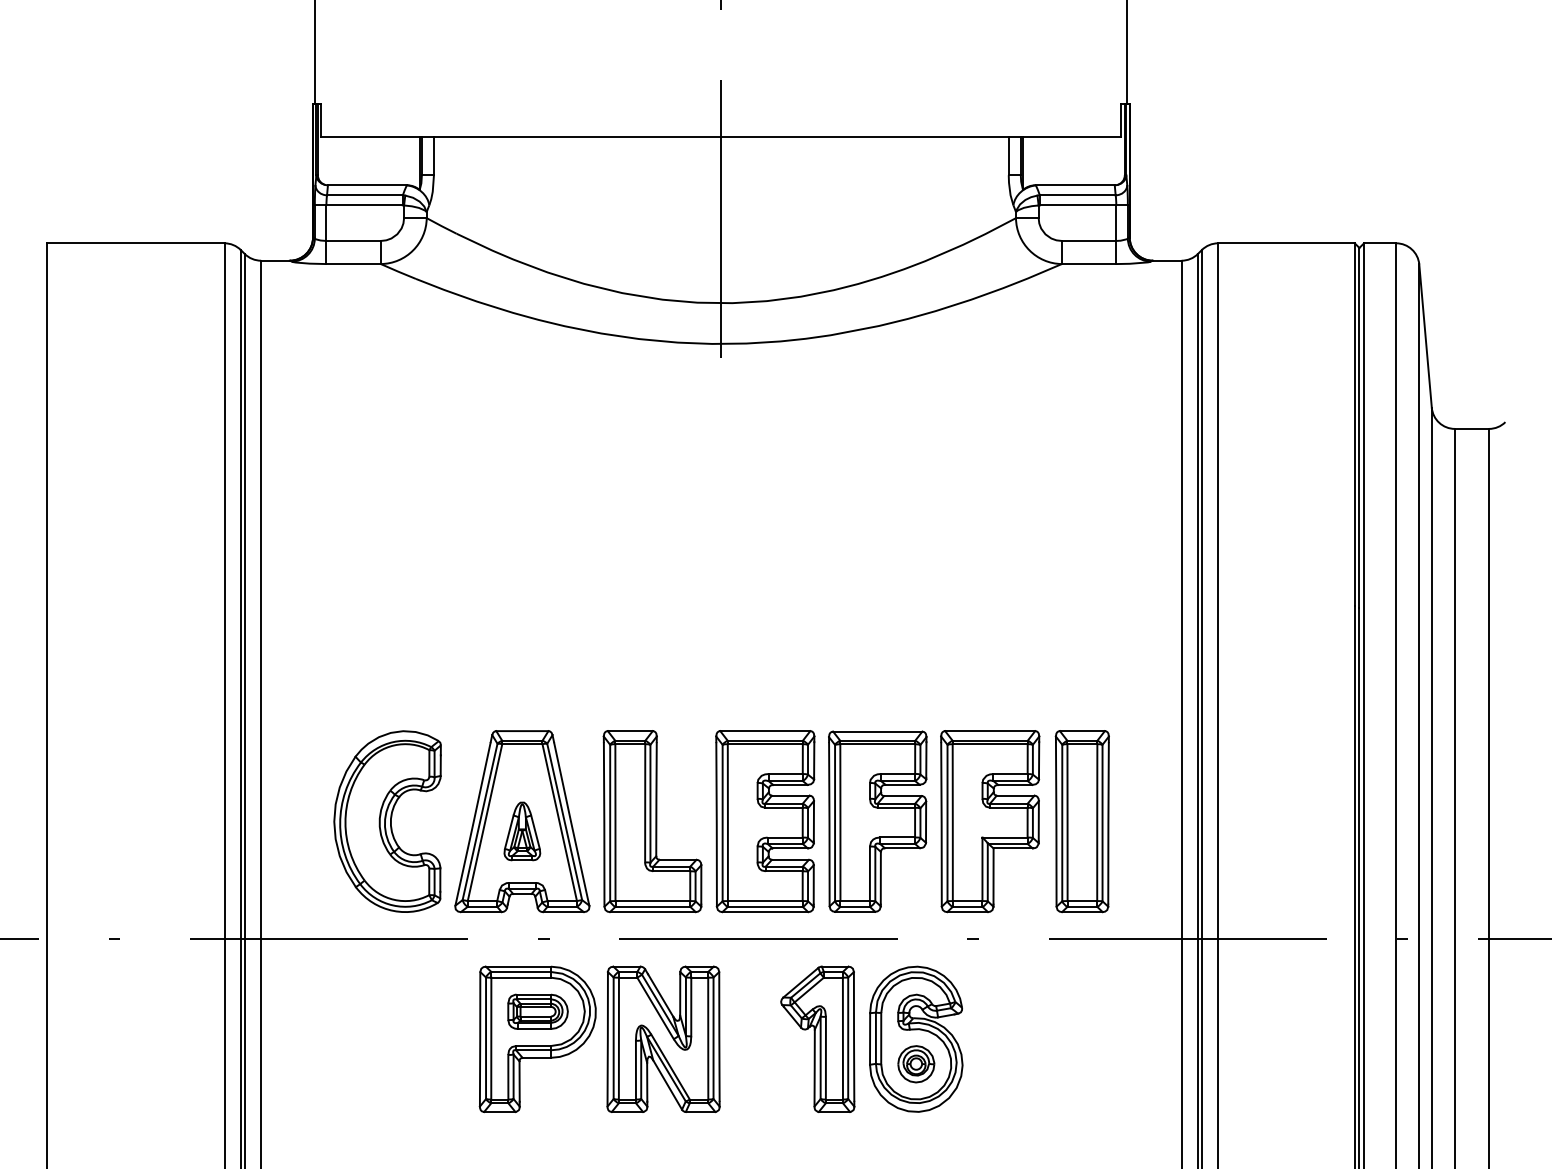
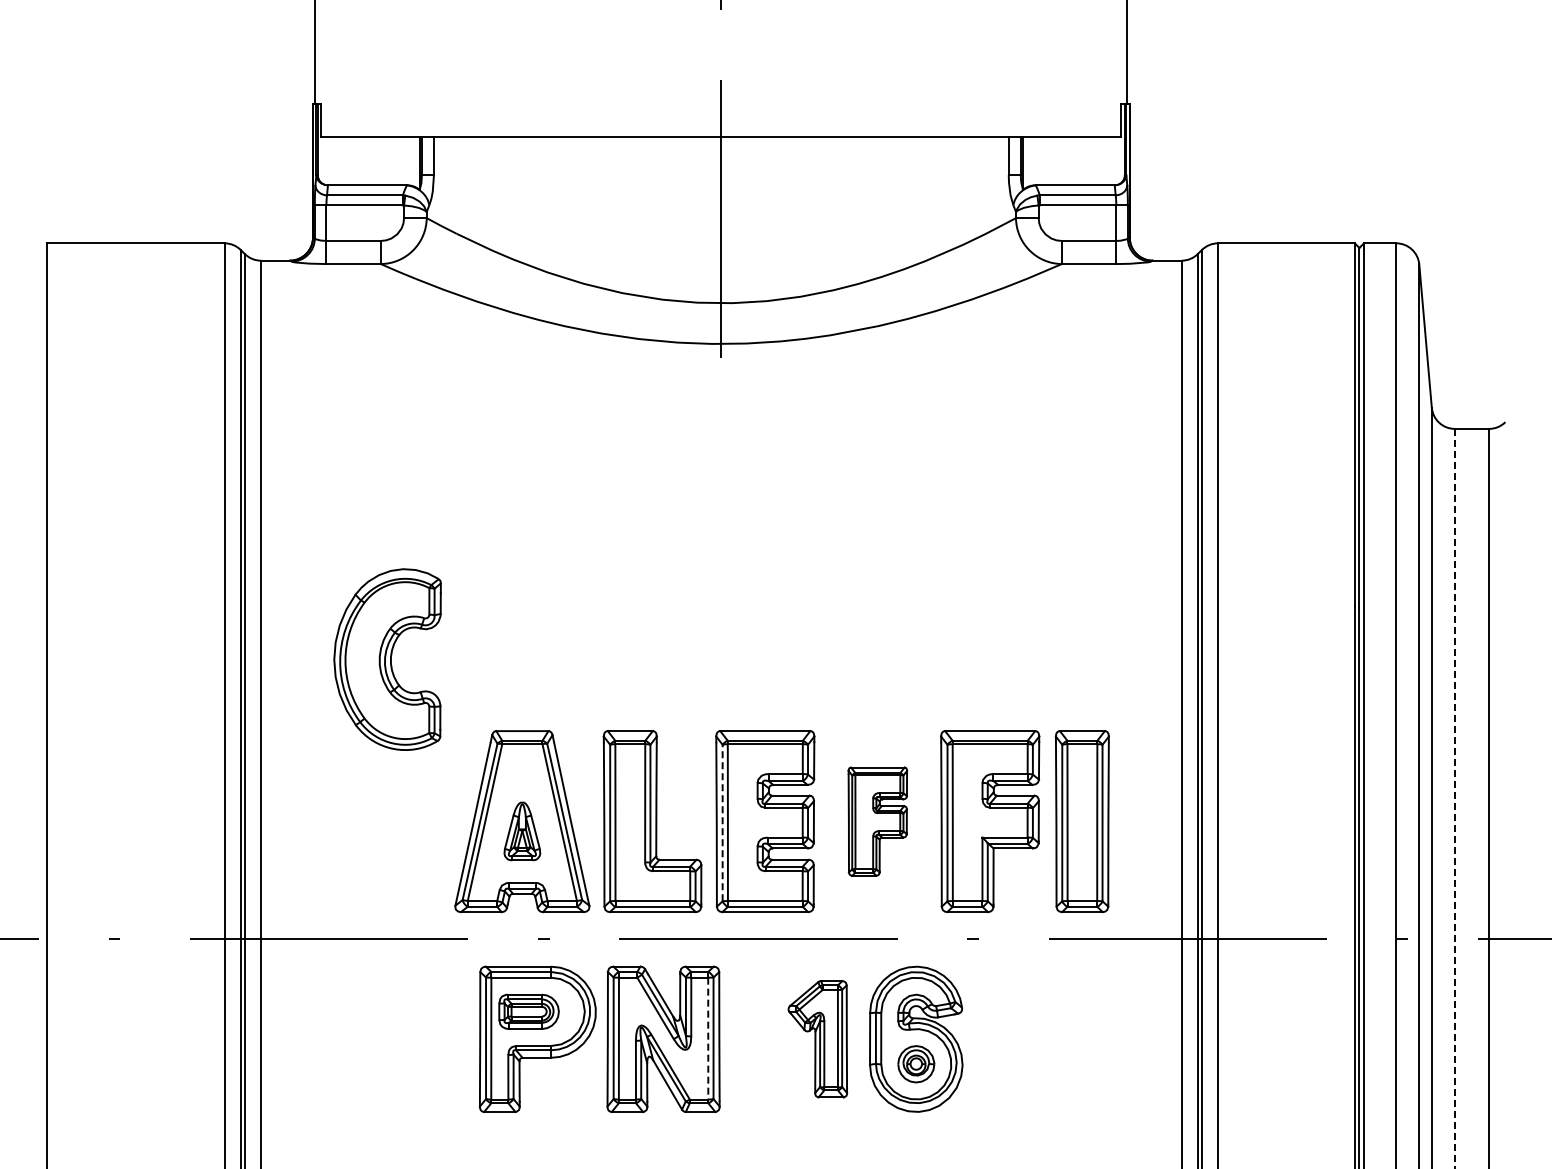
line at (1454, 798): solid -> dashed
part at (387, 821) position: (387, 821) -> (387, 659)
part at (877, 821) size: 100x183 px -> 62x111 px
line at (722, 822): solid -> dashed
part at (537, 1011) position: (537, 1011) -> (528, 1011)
line at (708, 1038): solid -> dashed
part at (817, 1038) size: 76x148 px -> 62x119 px
